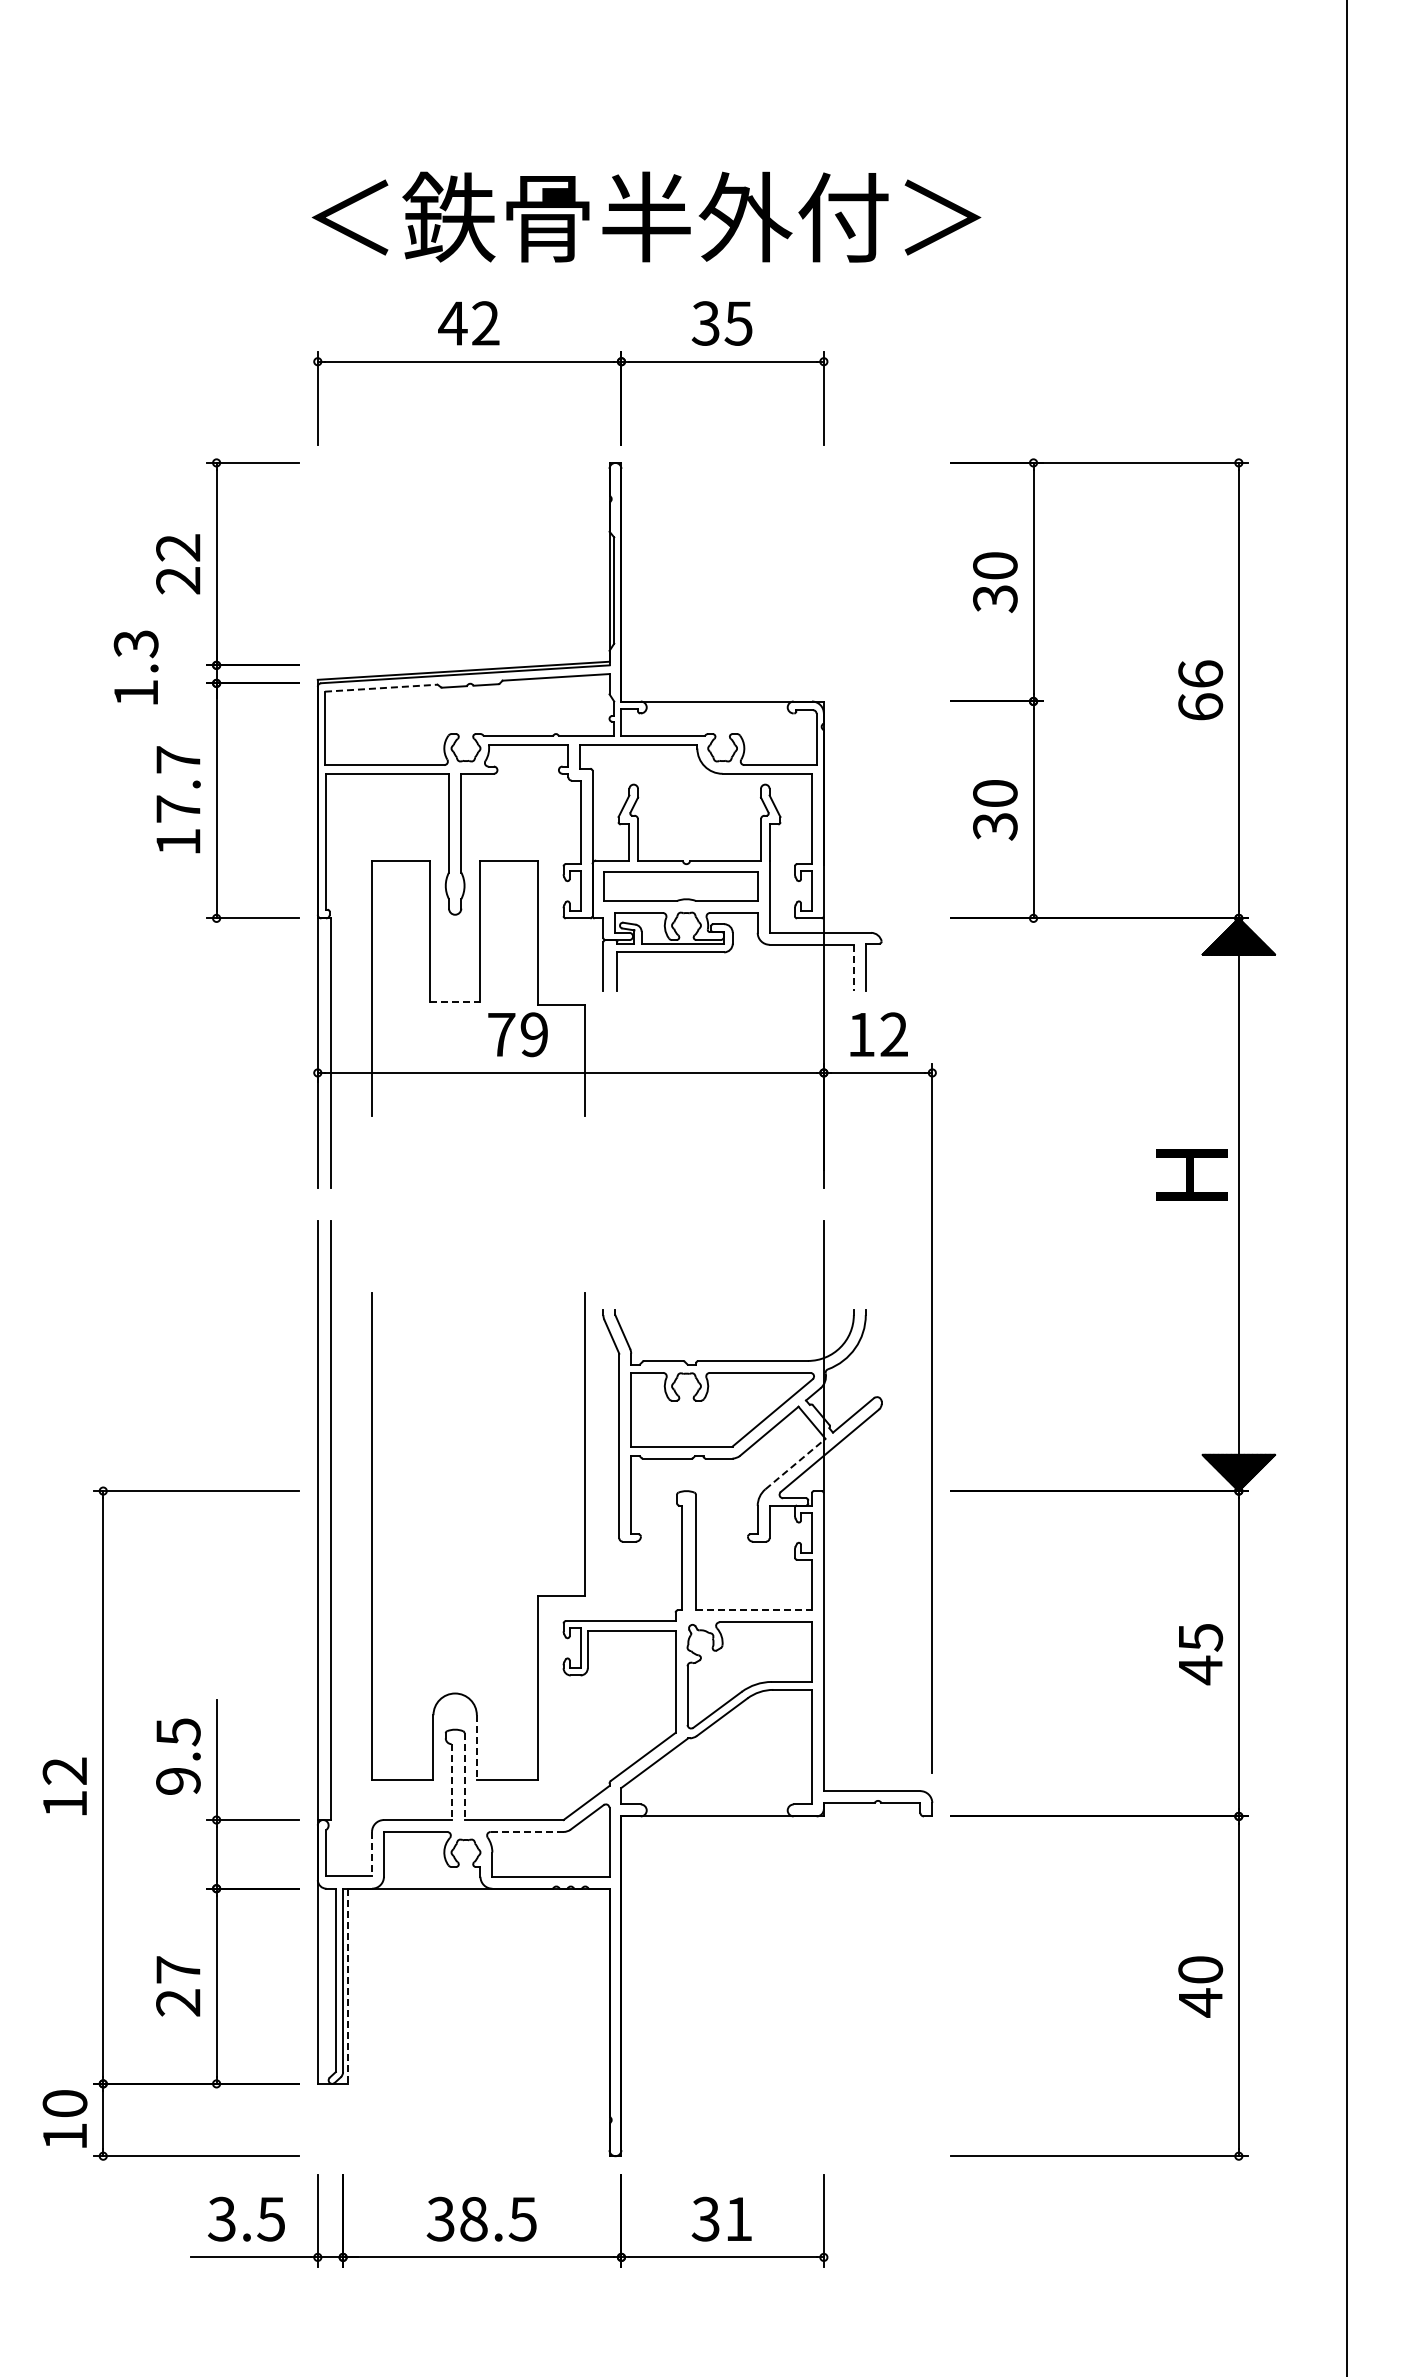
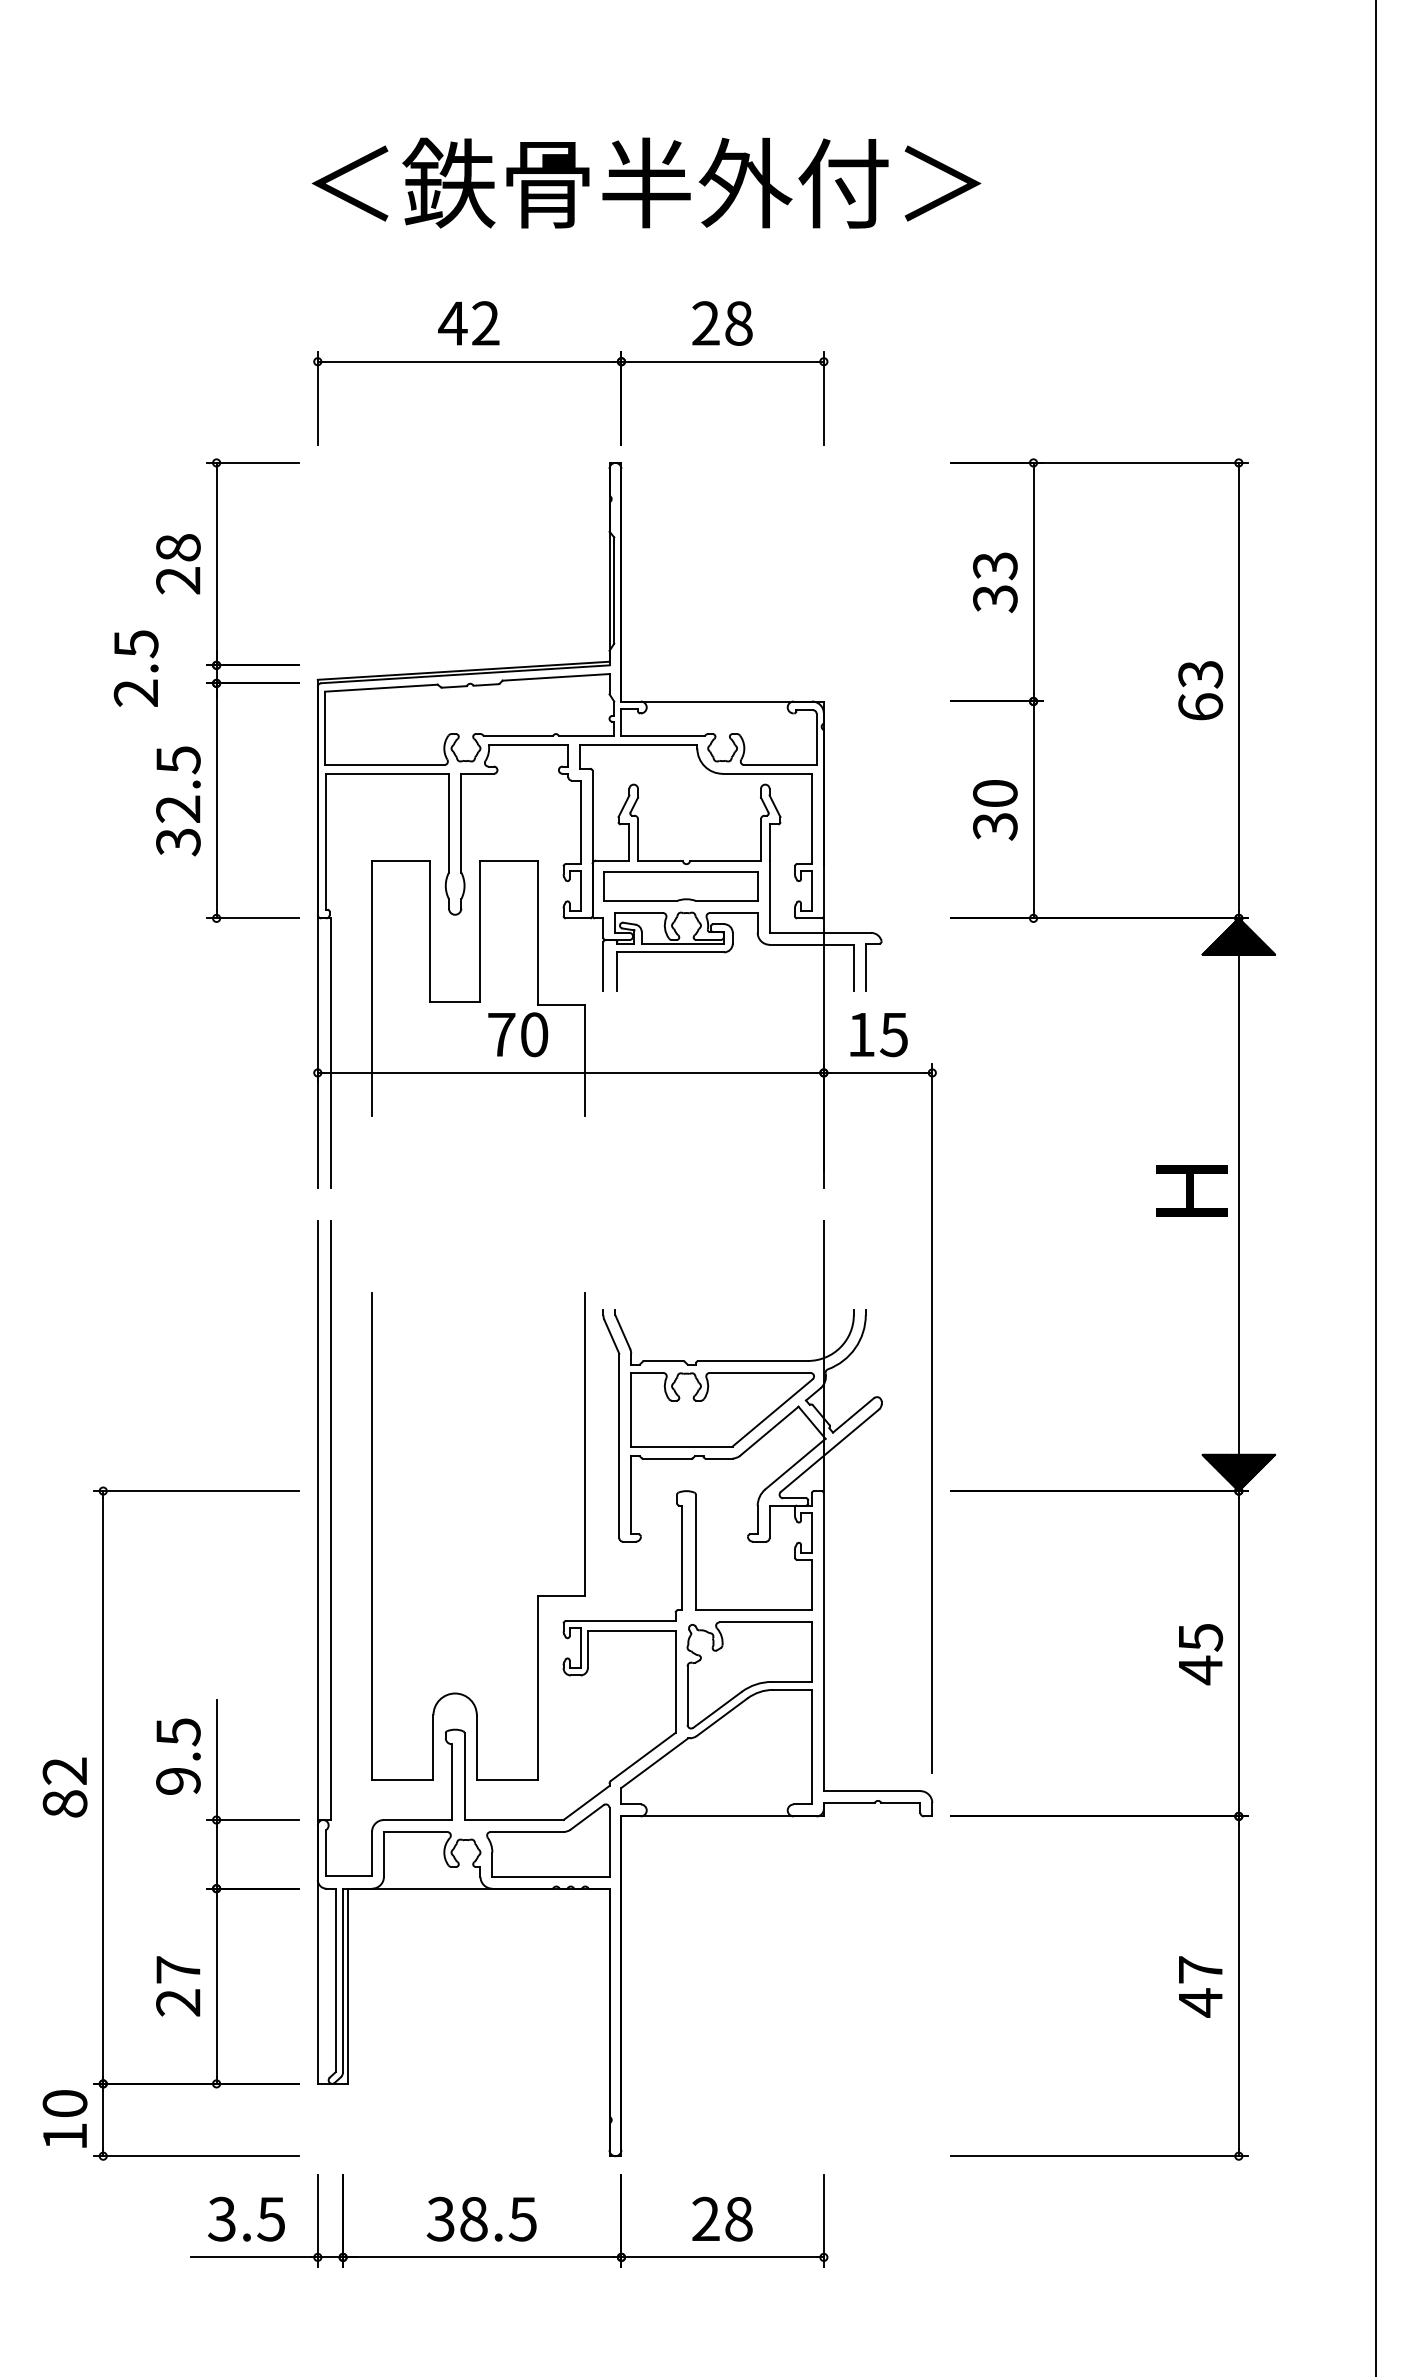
text at (646, 216) position: (646, 216) -> (646, 182)
text at (721, 323): 35 -> 28
text at (178, 547): 22 -> 28
text at (995, 566): 30 -> 33
text at (135, 668): 1.3 -> 2.5
text at (1200, 674): 66 -> 63
line at (381, 688): dashed -> solid
text at (178, 801): 17.7 -> 32.5
line at (853, 967): dashed -> solid
line at (455, 1001): dashed -> solid
text at (534, 1034): 79 -> 70
text at (893, 1034): 12 -> 15
text at (1191, 1174) position: (1191, 1174) -> (1191, 1190)
line at (1347, 1187) position: (1347, 1187) -> (1376, 1187)
line at (795, 1463): dashed -> solid
line at (754, 1610): dashed -> solid
line at (476, 1747): dashed -> solid
line at (464, 1777): dashed -> solid
line at (451, 1782): dashed -> solid
text at (64, 1803): 12 -> 82
line at (527, 1831): dashed -> solid
line at (372, 1853): dashed -> solid
text at (1200, 1969): 40 -> 47
line at (347, 1986): dashed -> solid
text at (721, 2219): 31 -> 28
